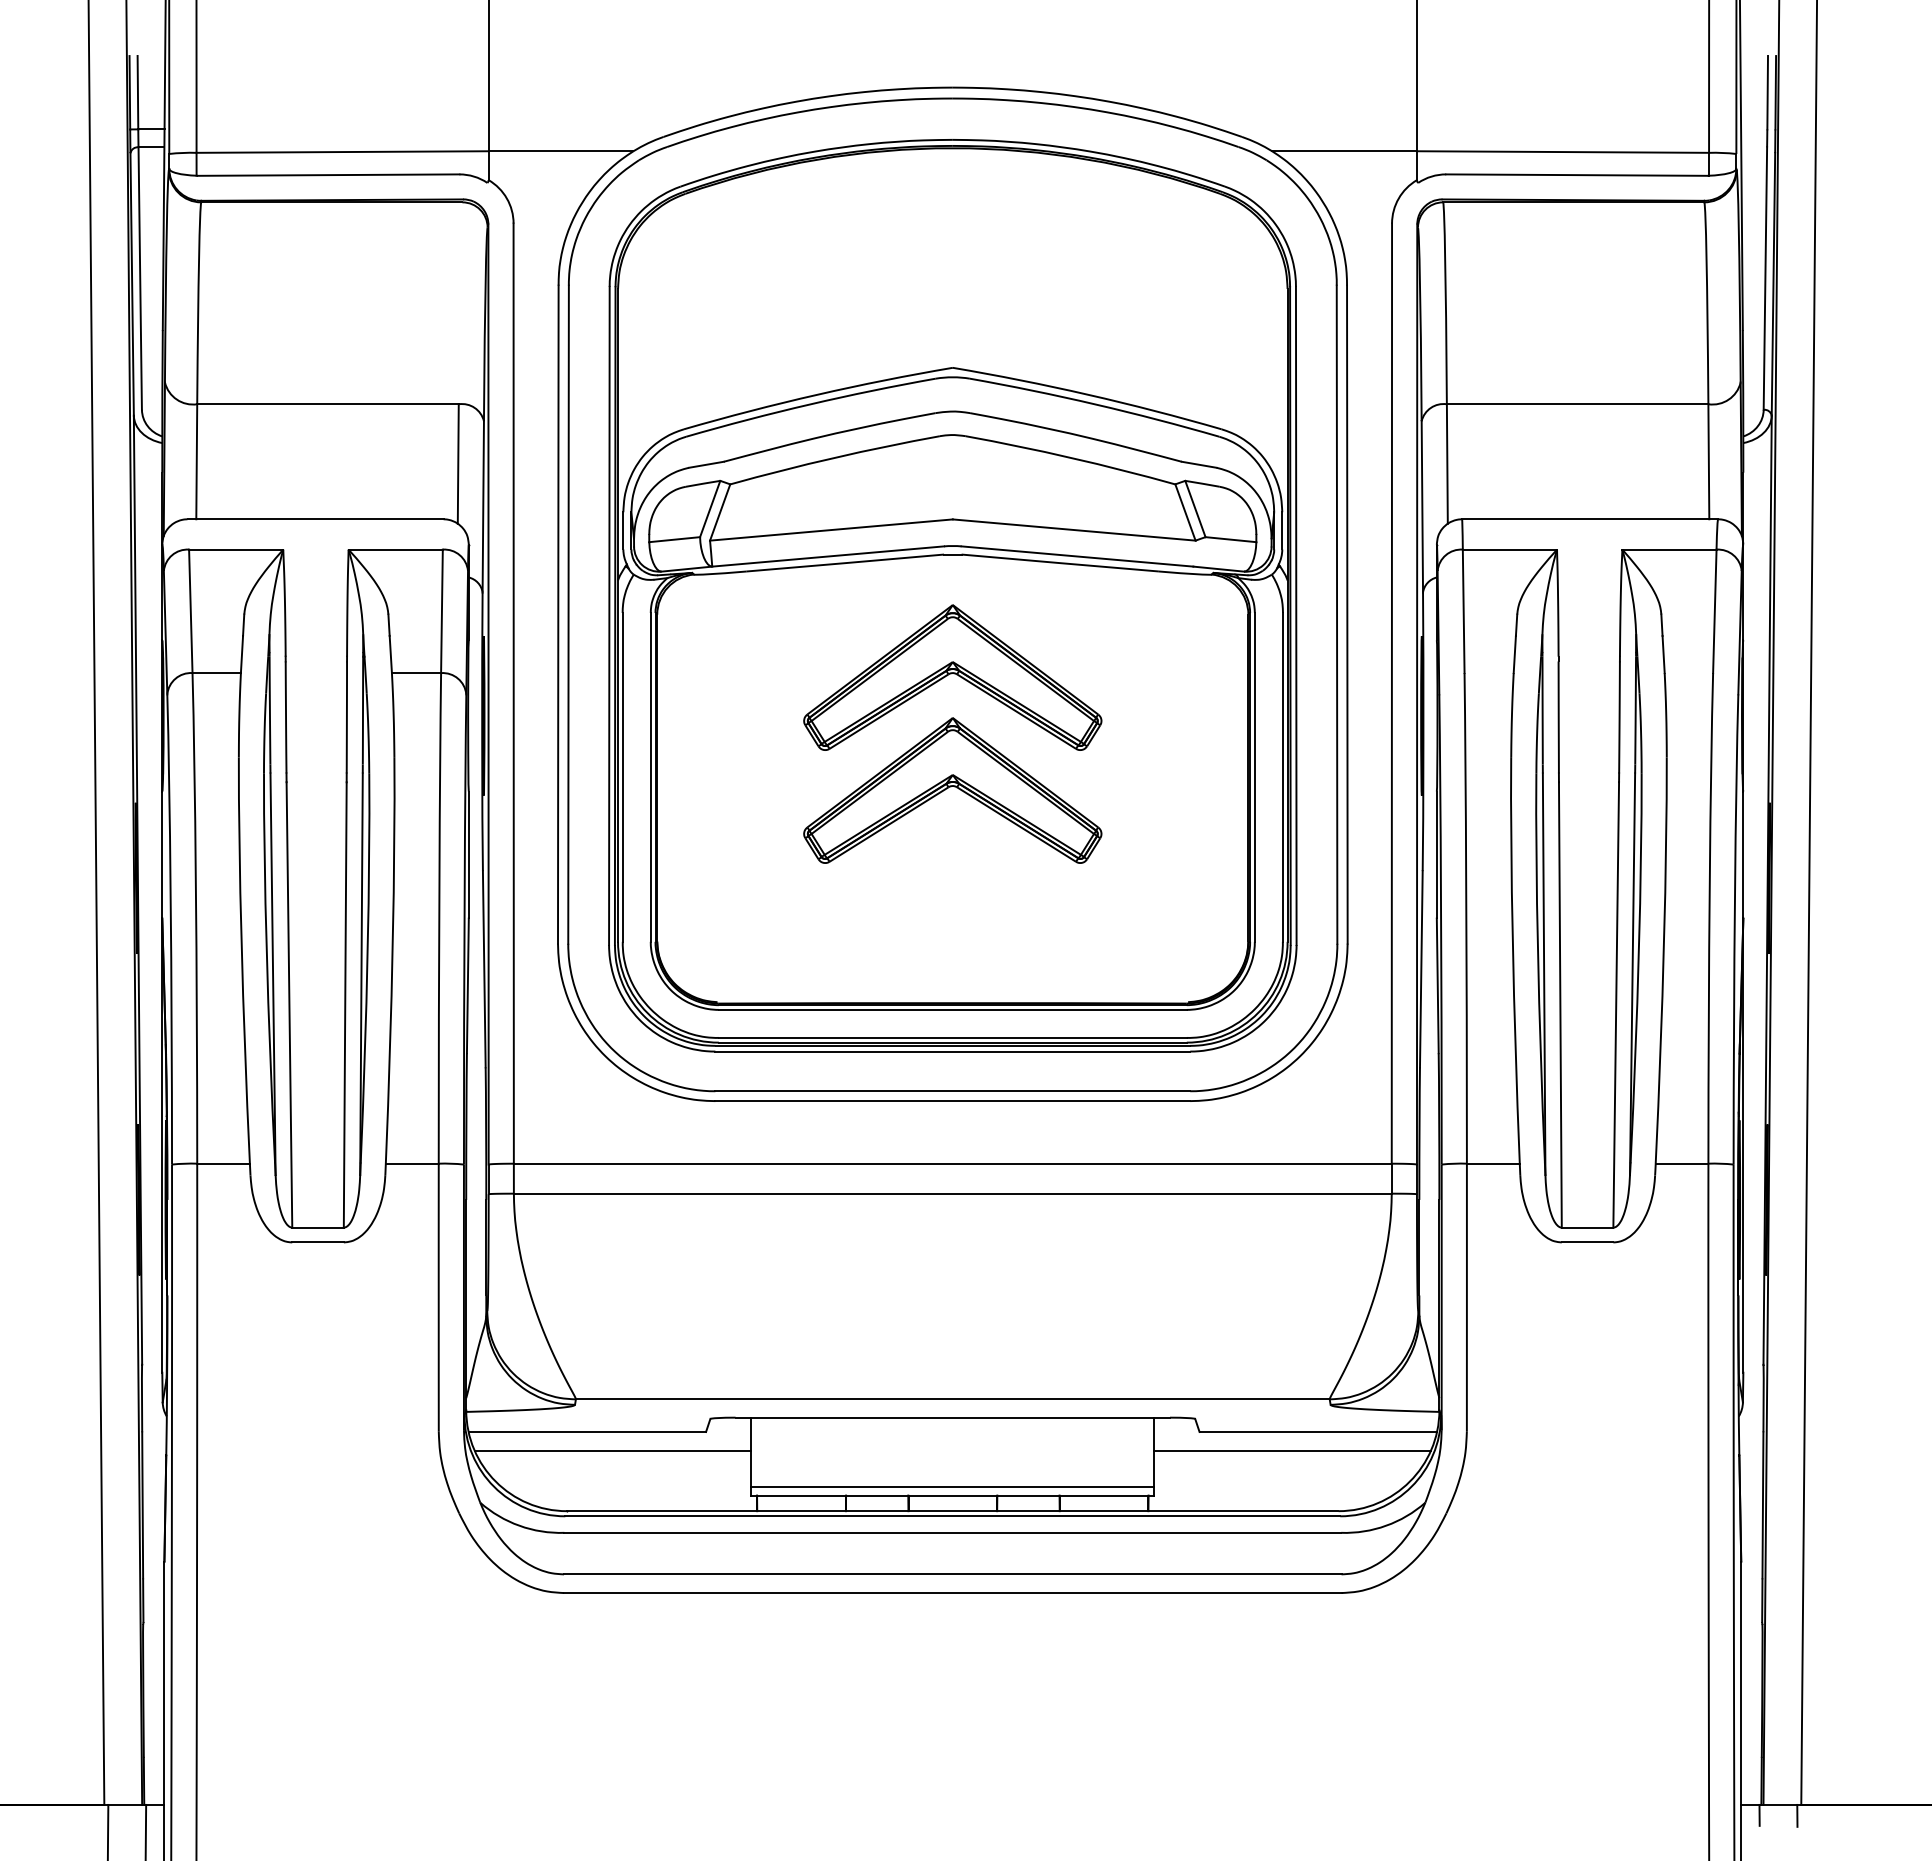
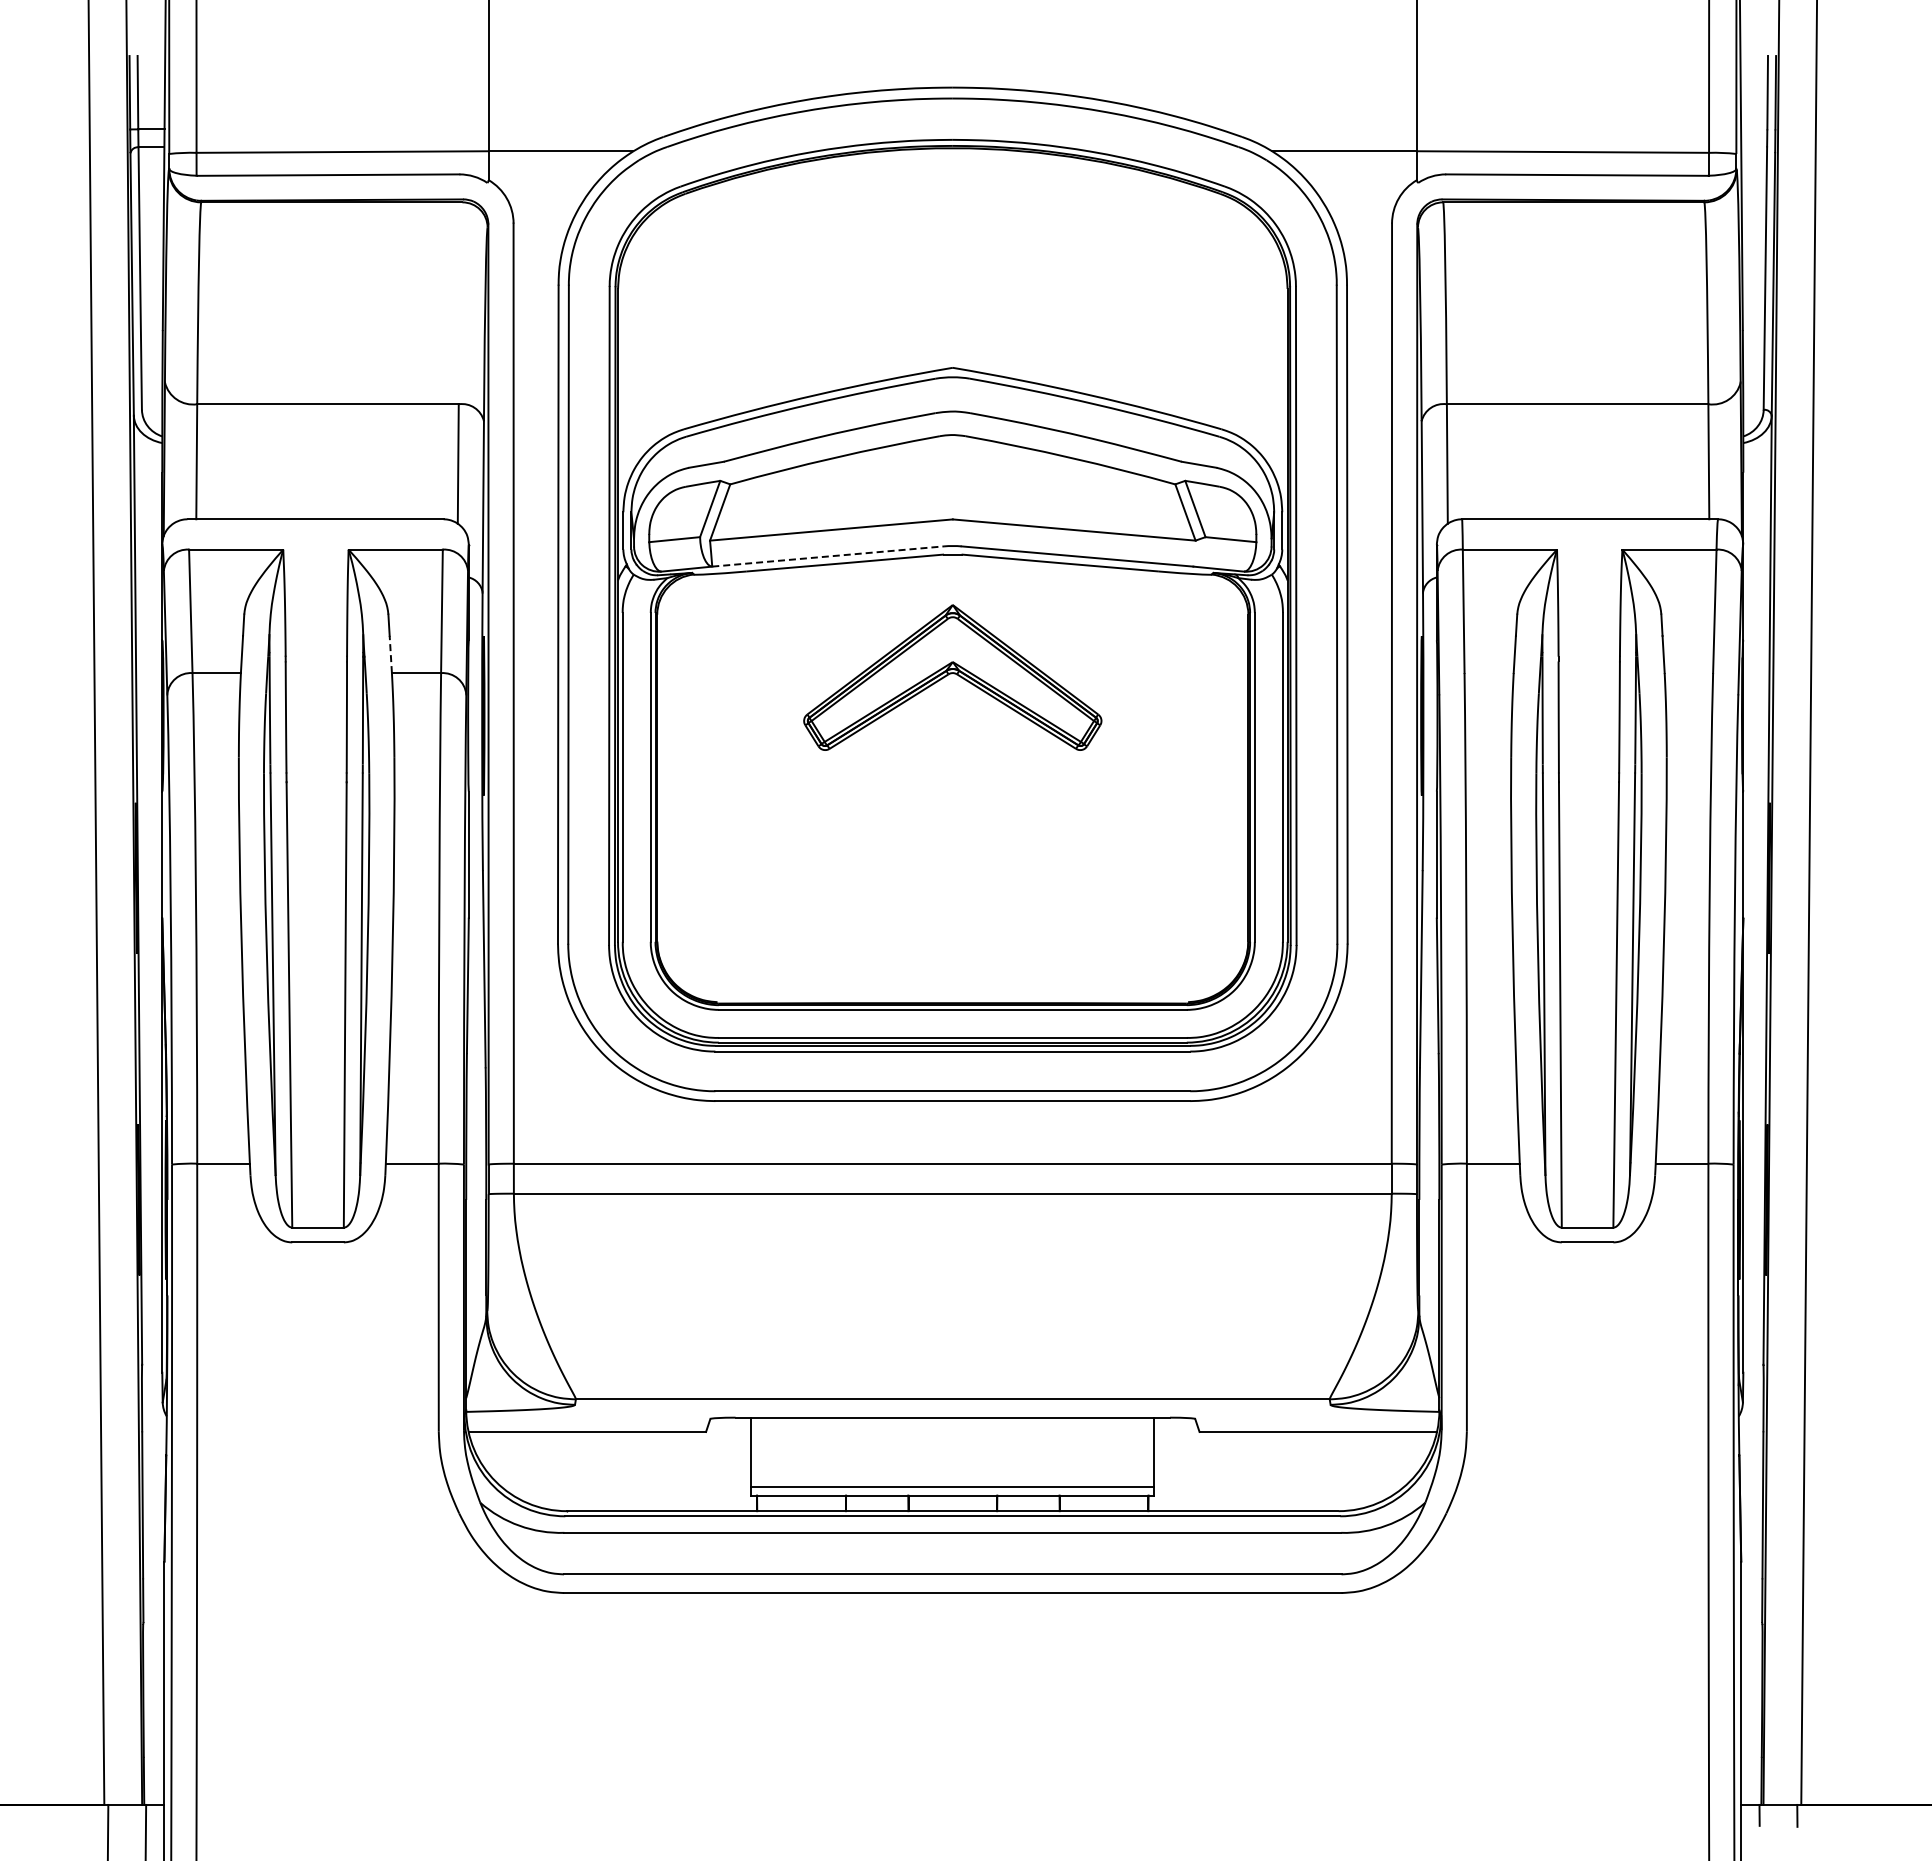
line at (828, 556): solid -> dashed
line at (390, 654): solid -> dashed
part at (952, 790): present -> none
line at (613, 1451): present -> none
line at (1292, 1451): present -> none
